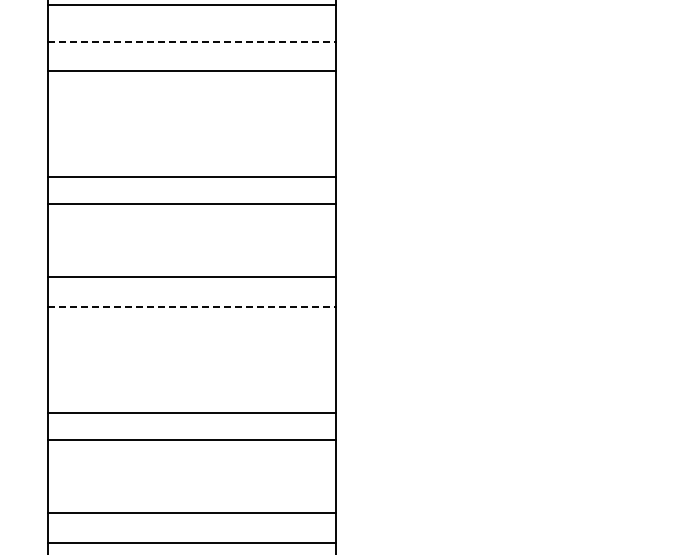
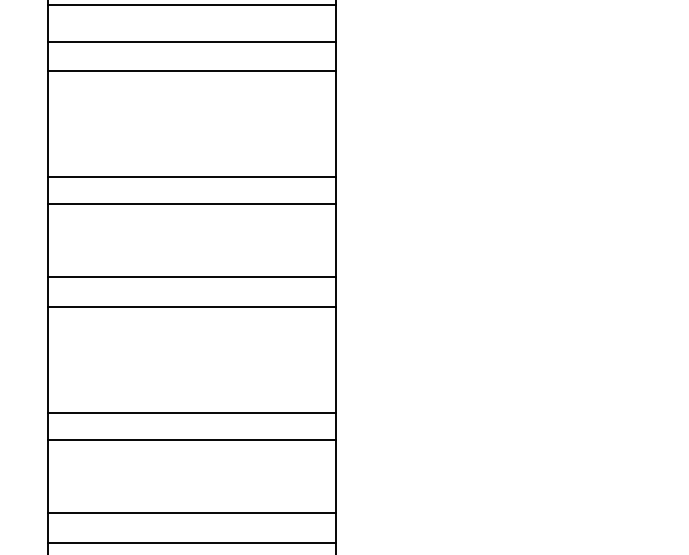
line at (192, 41): dashed -> solid
line at (192, 306): dashed -> solid
